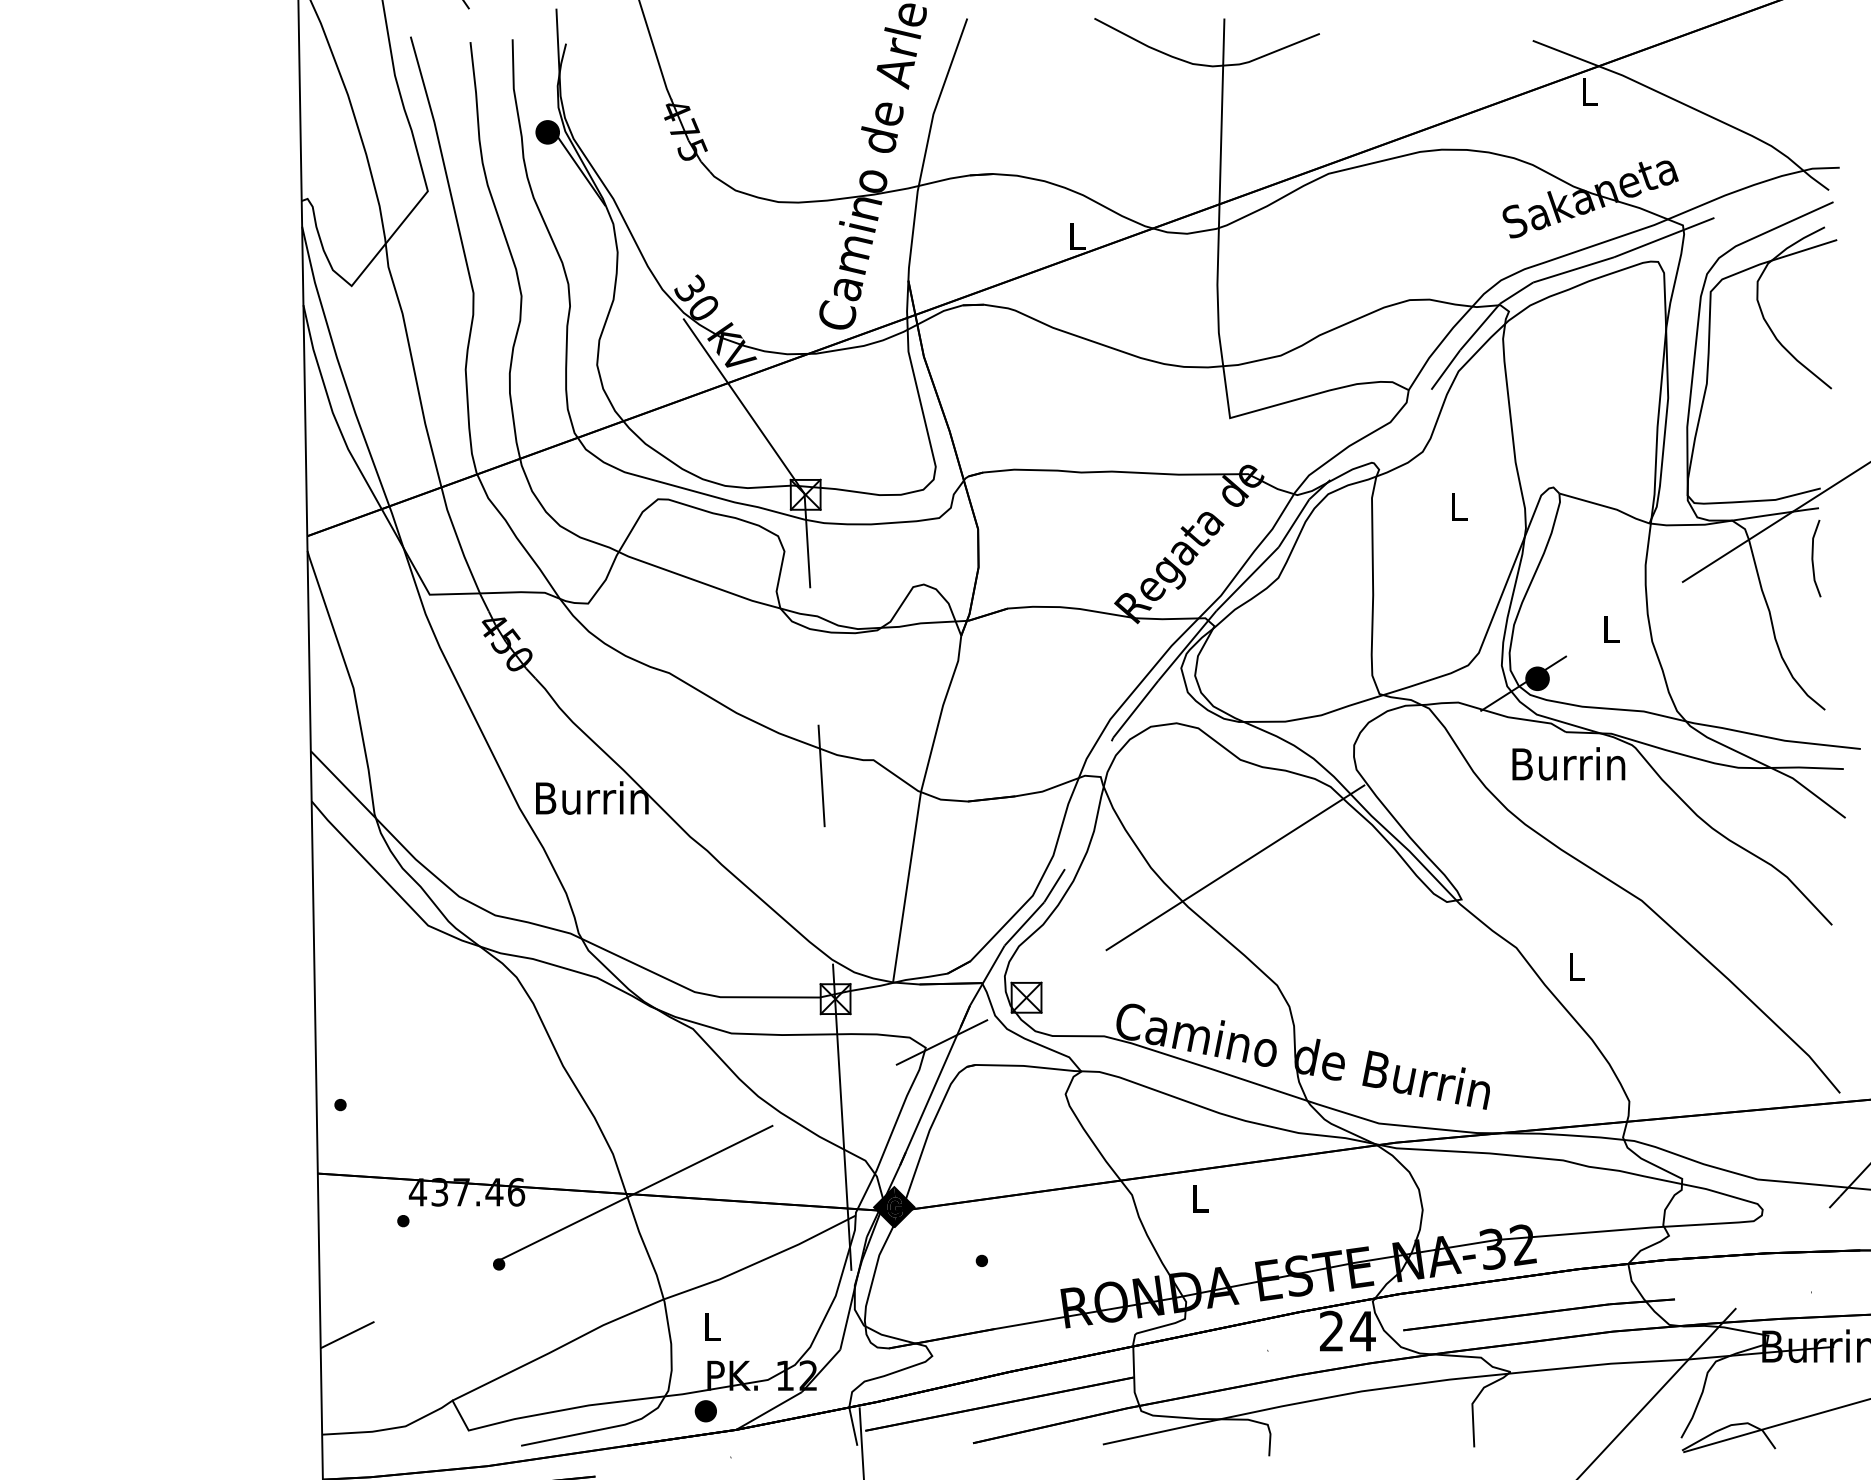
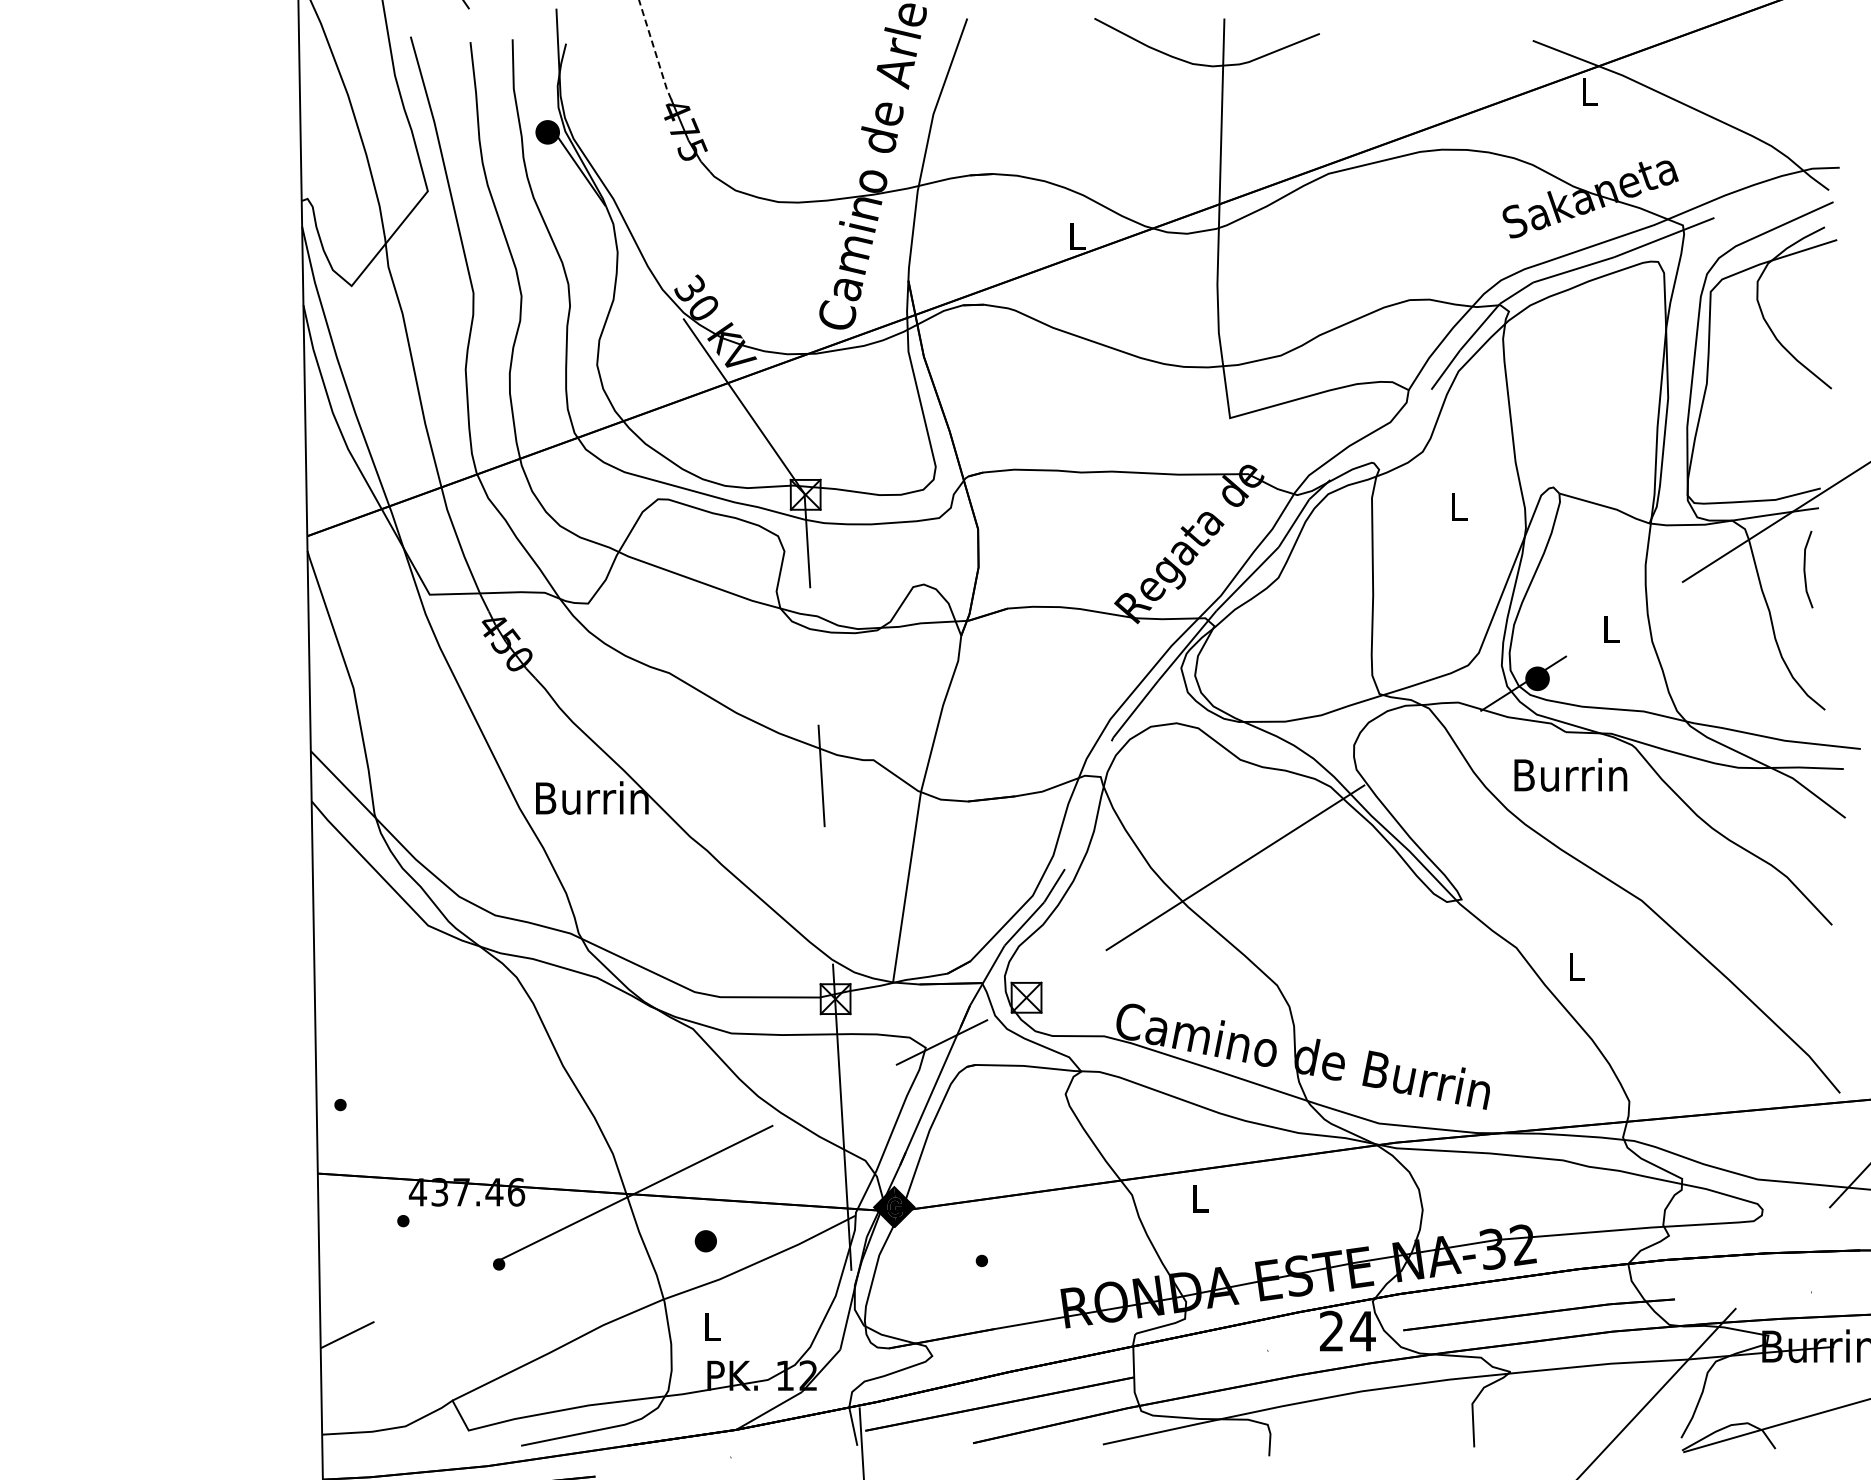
line at (654, 50): solid -> dashed
line at (1813, 558) position: (1813, 558) -> (1805, 569)
text at (1568, 763) position: (1568, 763) -> (1570, 774)
part at (705, 1411) position: (705, 1411) -> (705, 1241)
